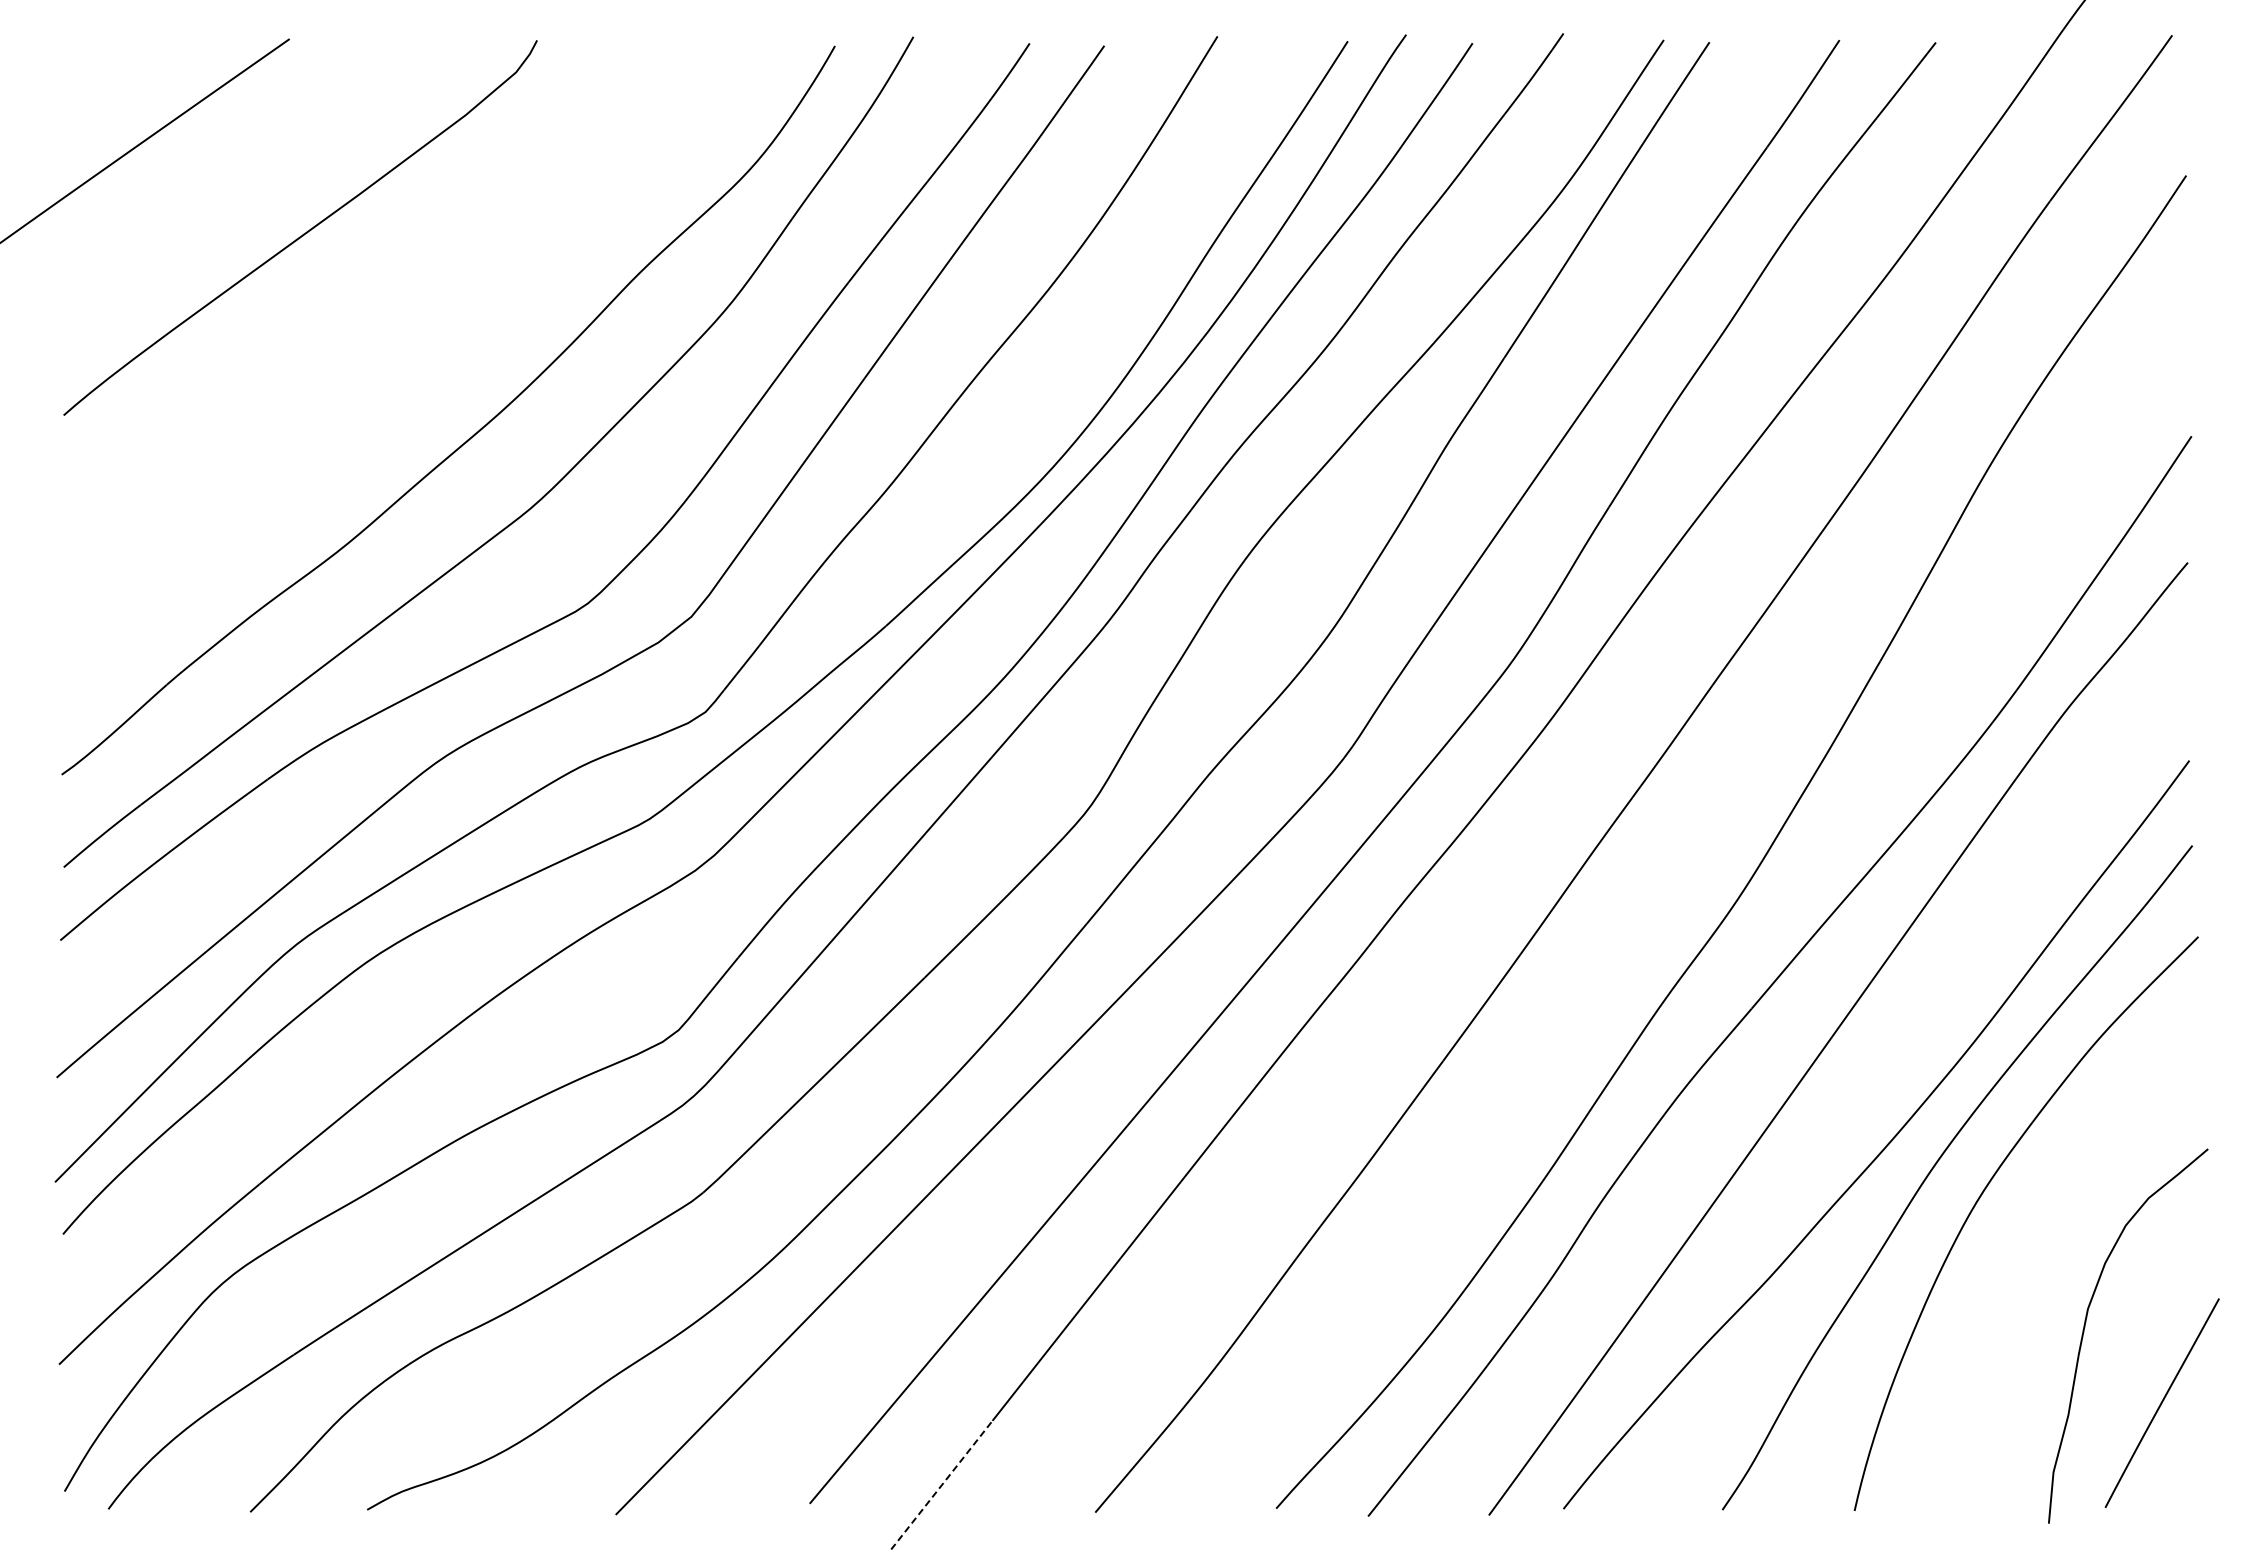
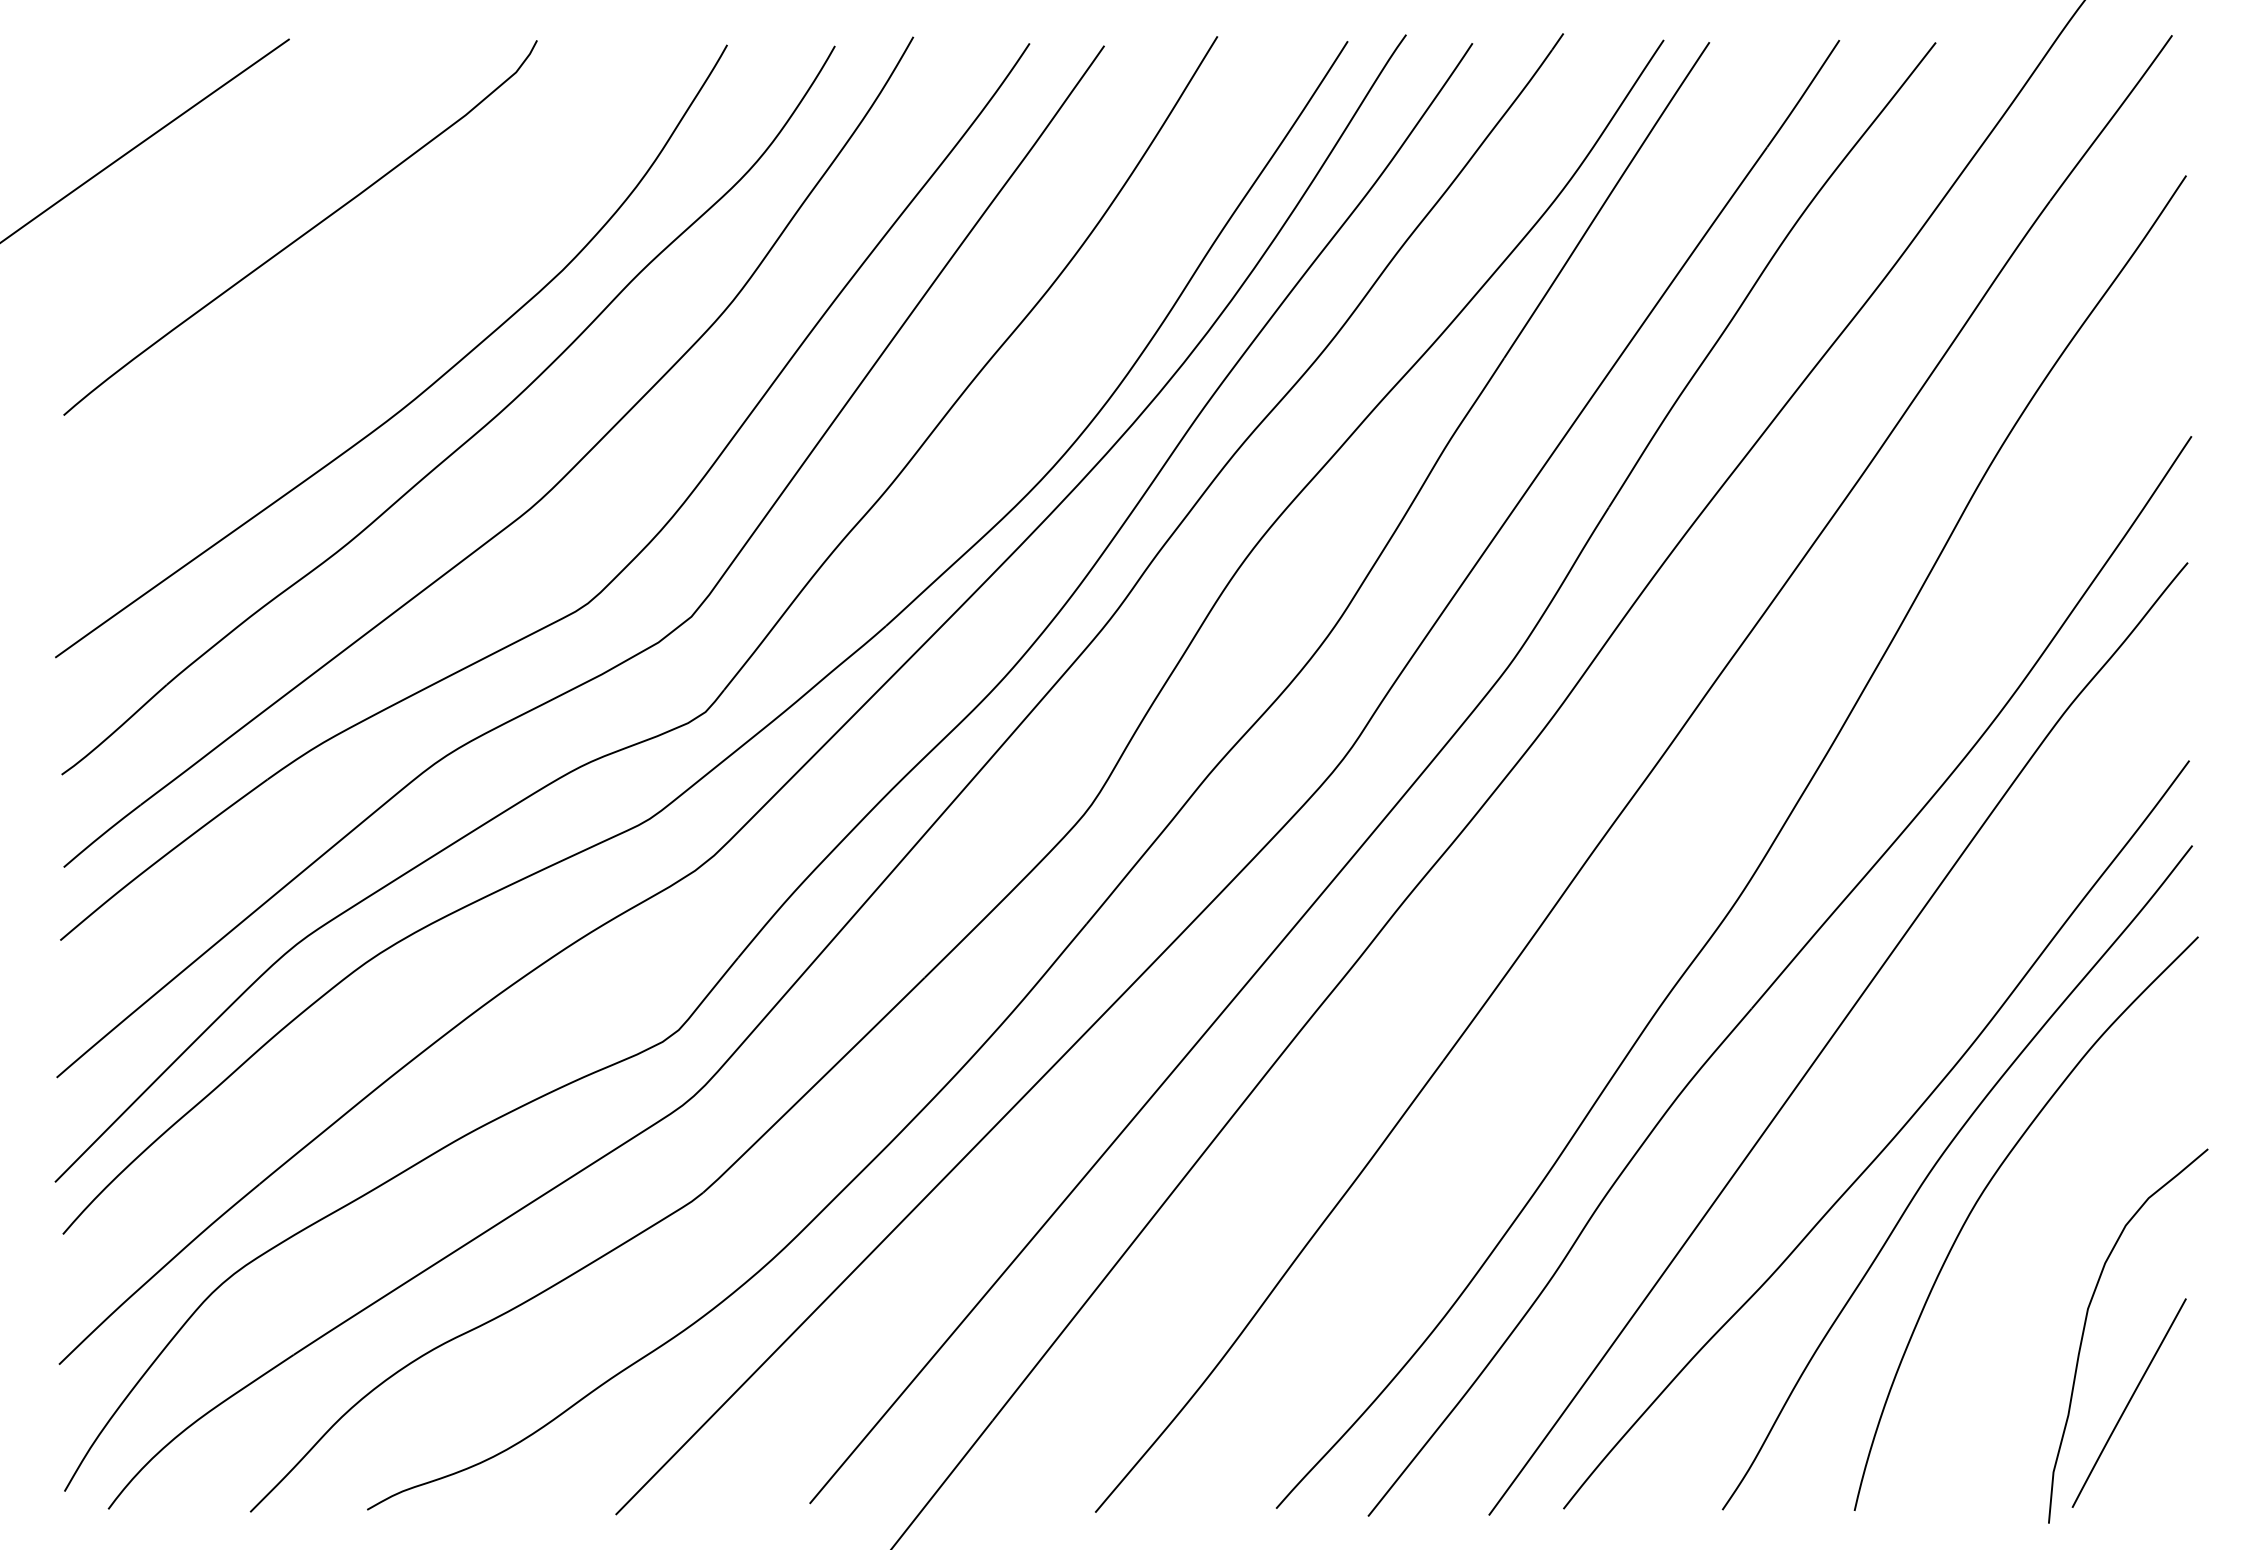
curve at (423, 390): none -> present
curve at (2161, 1402) position: (2161, 1402) -> (2128, 1402)
line at (941, 1485): dashed -> solid
